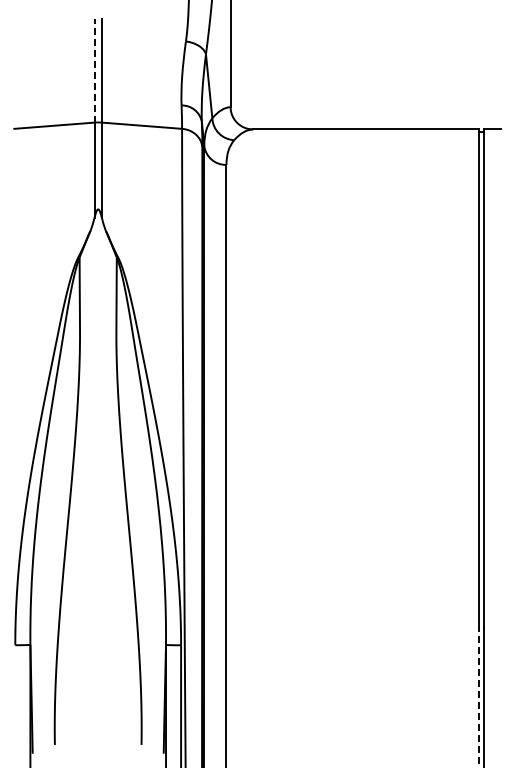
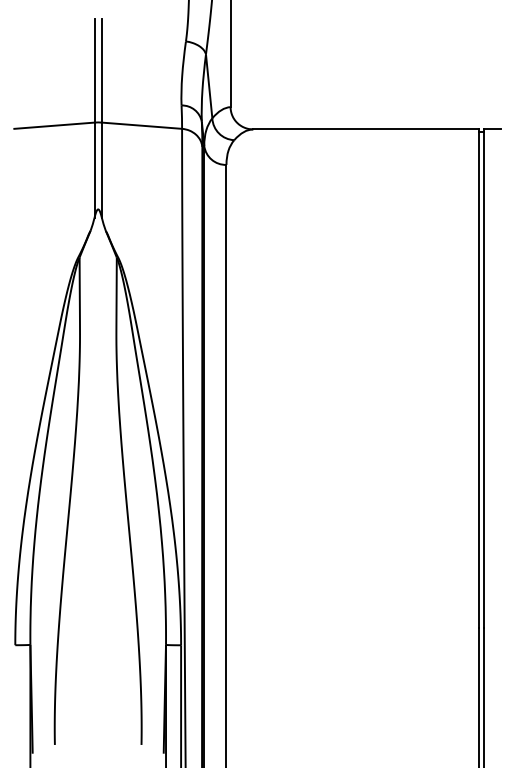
line at (94, 70): dashed -> solid
line at (478, 697): dashed -> solid
